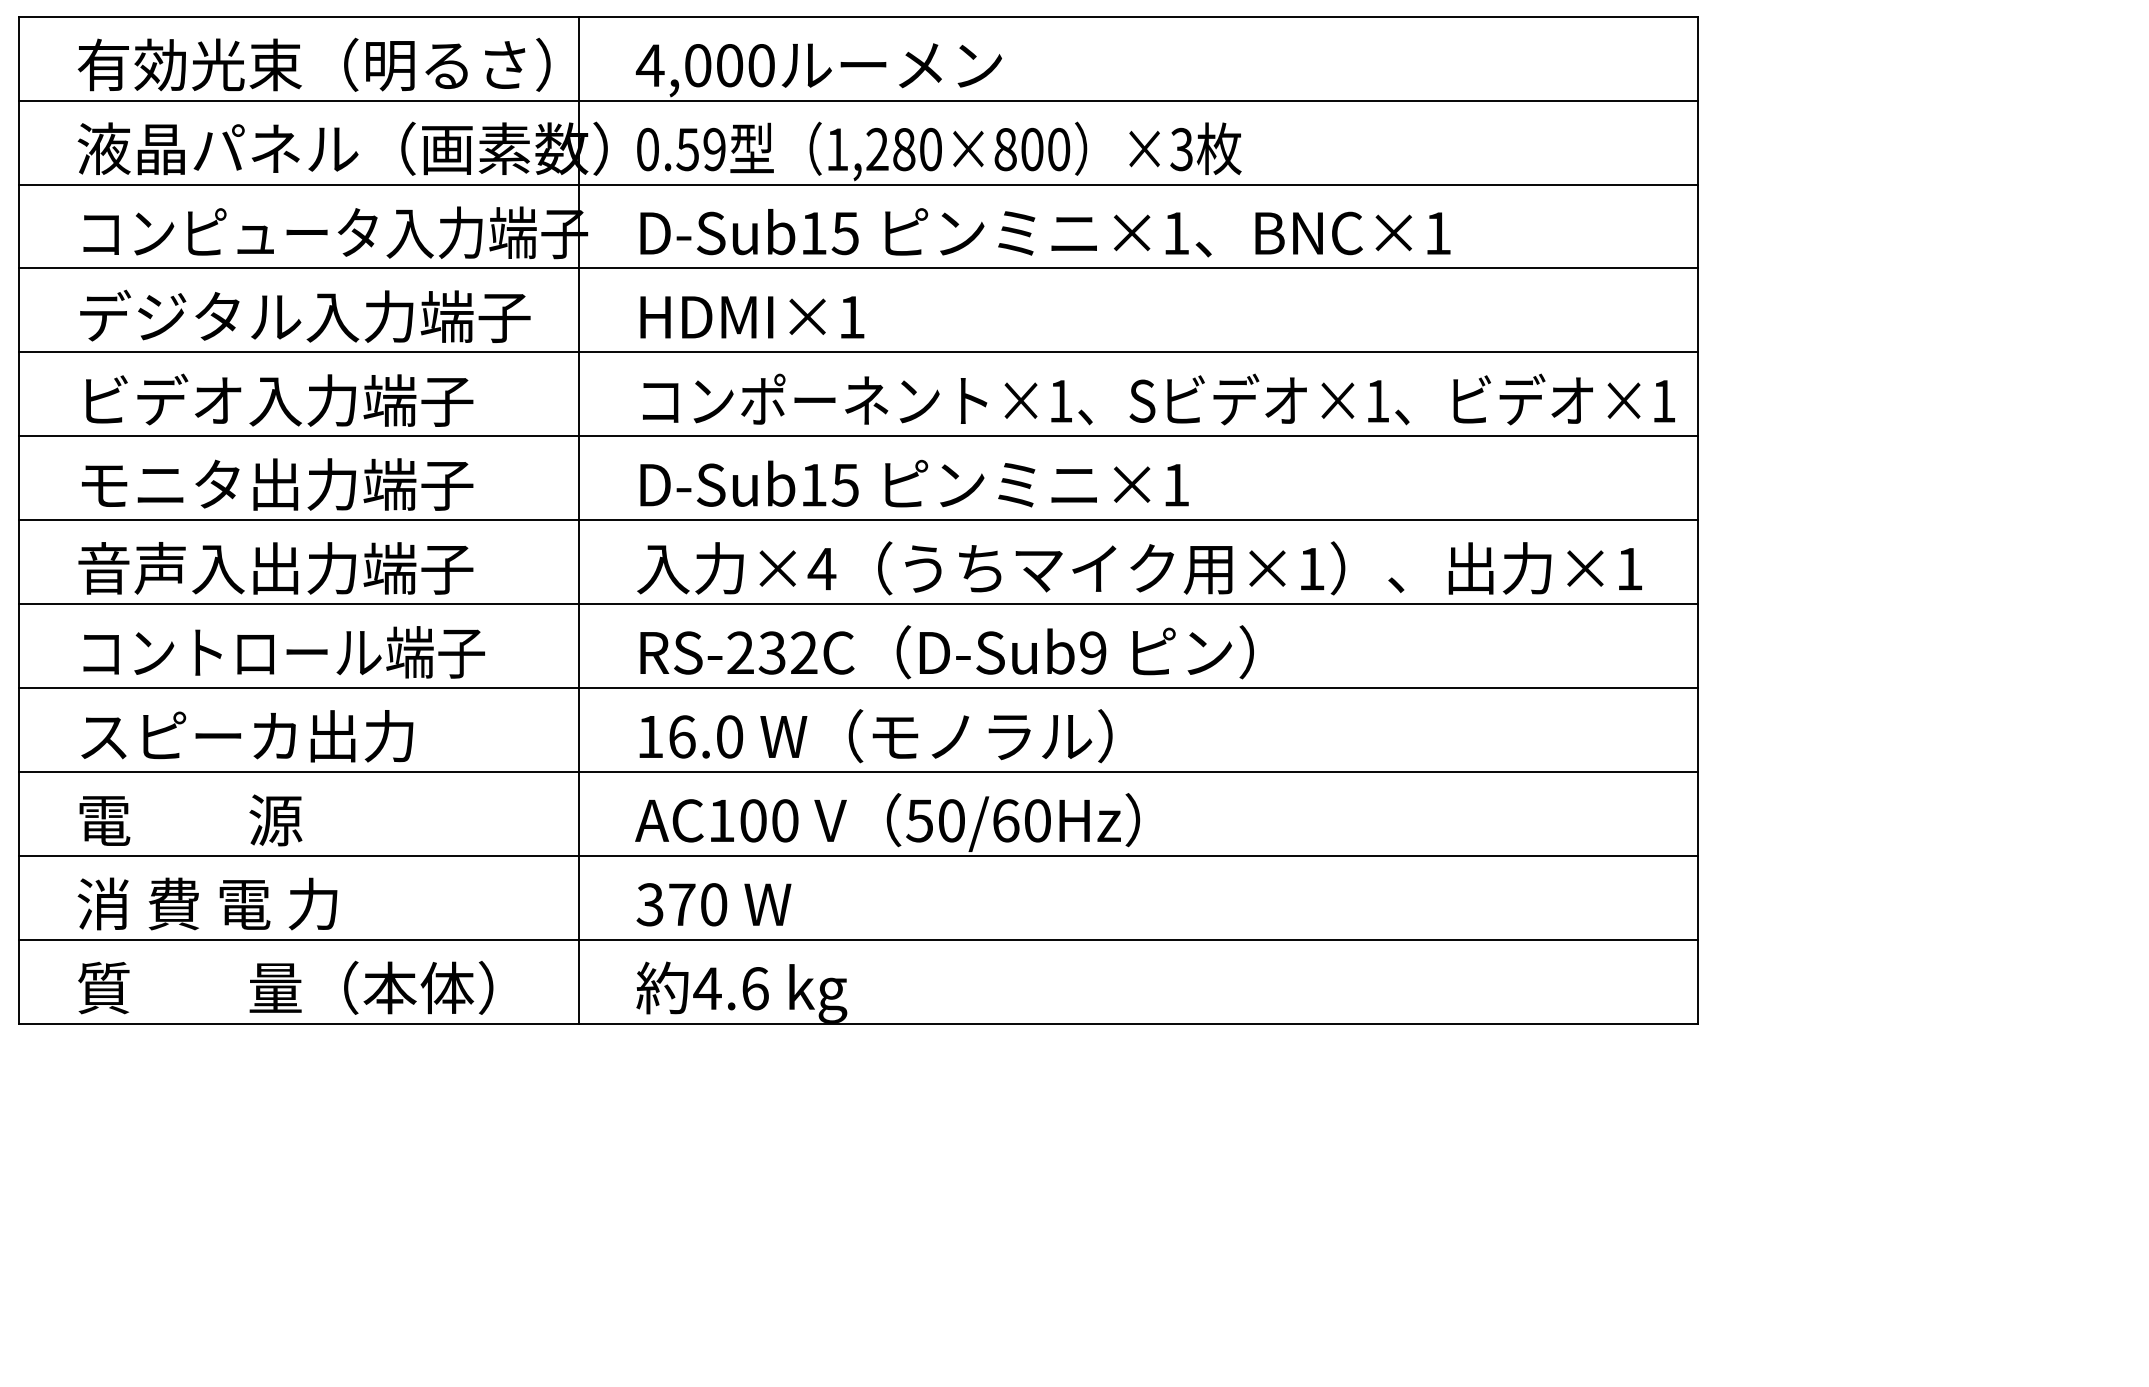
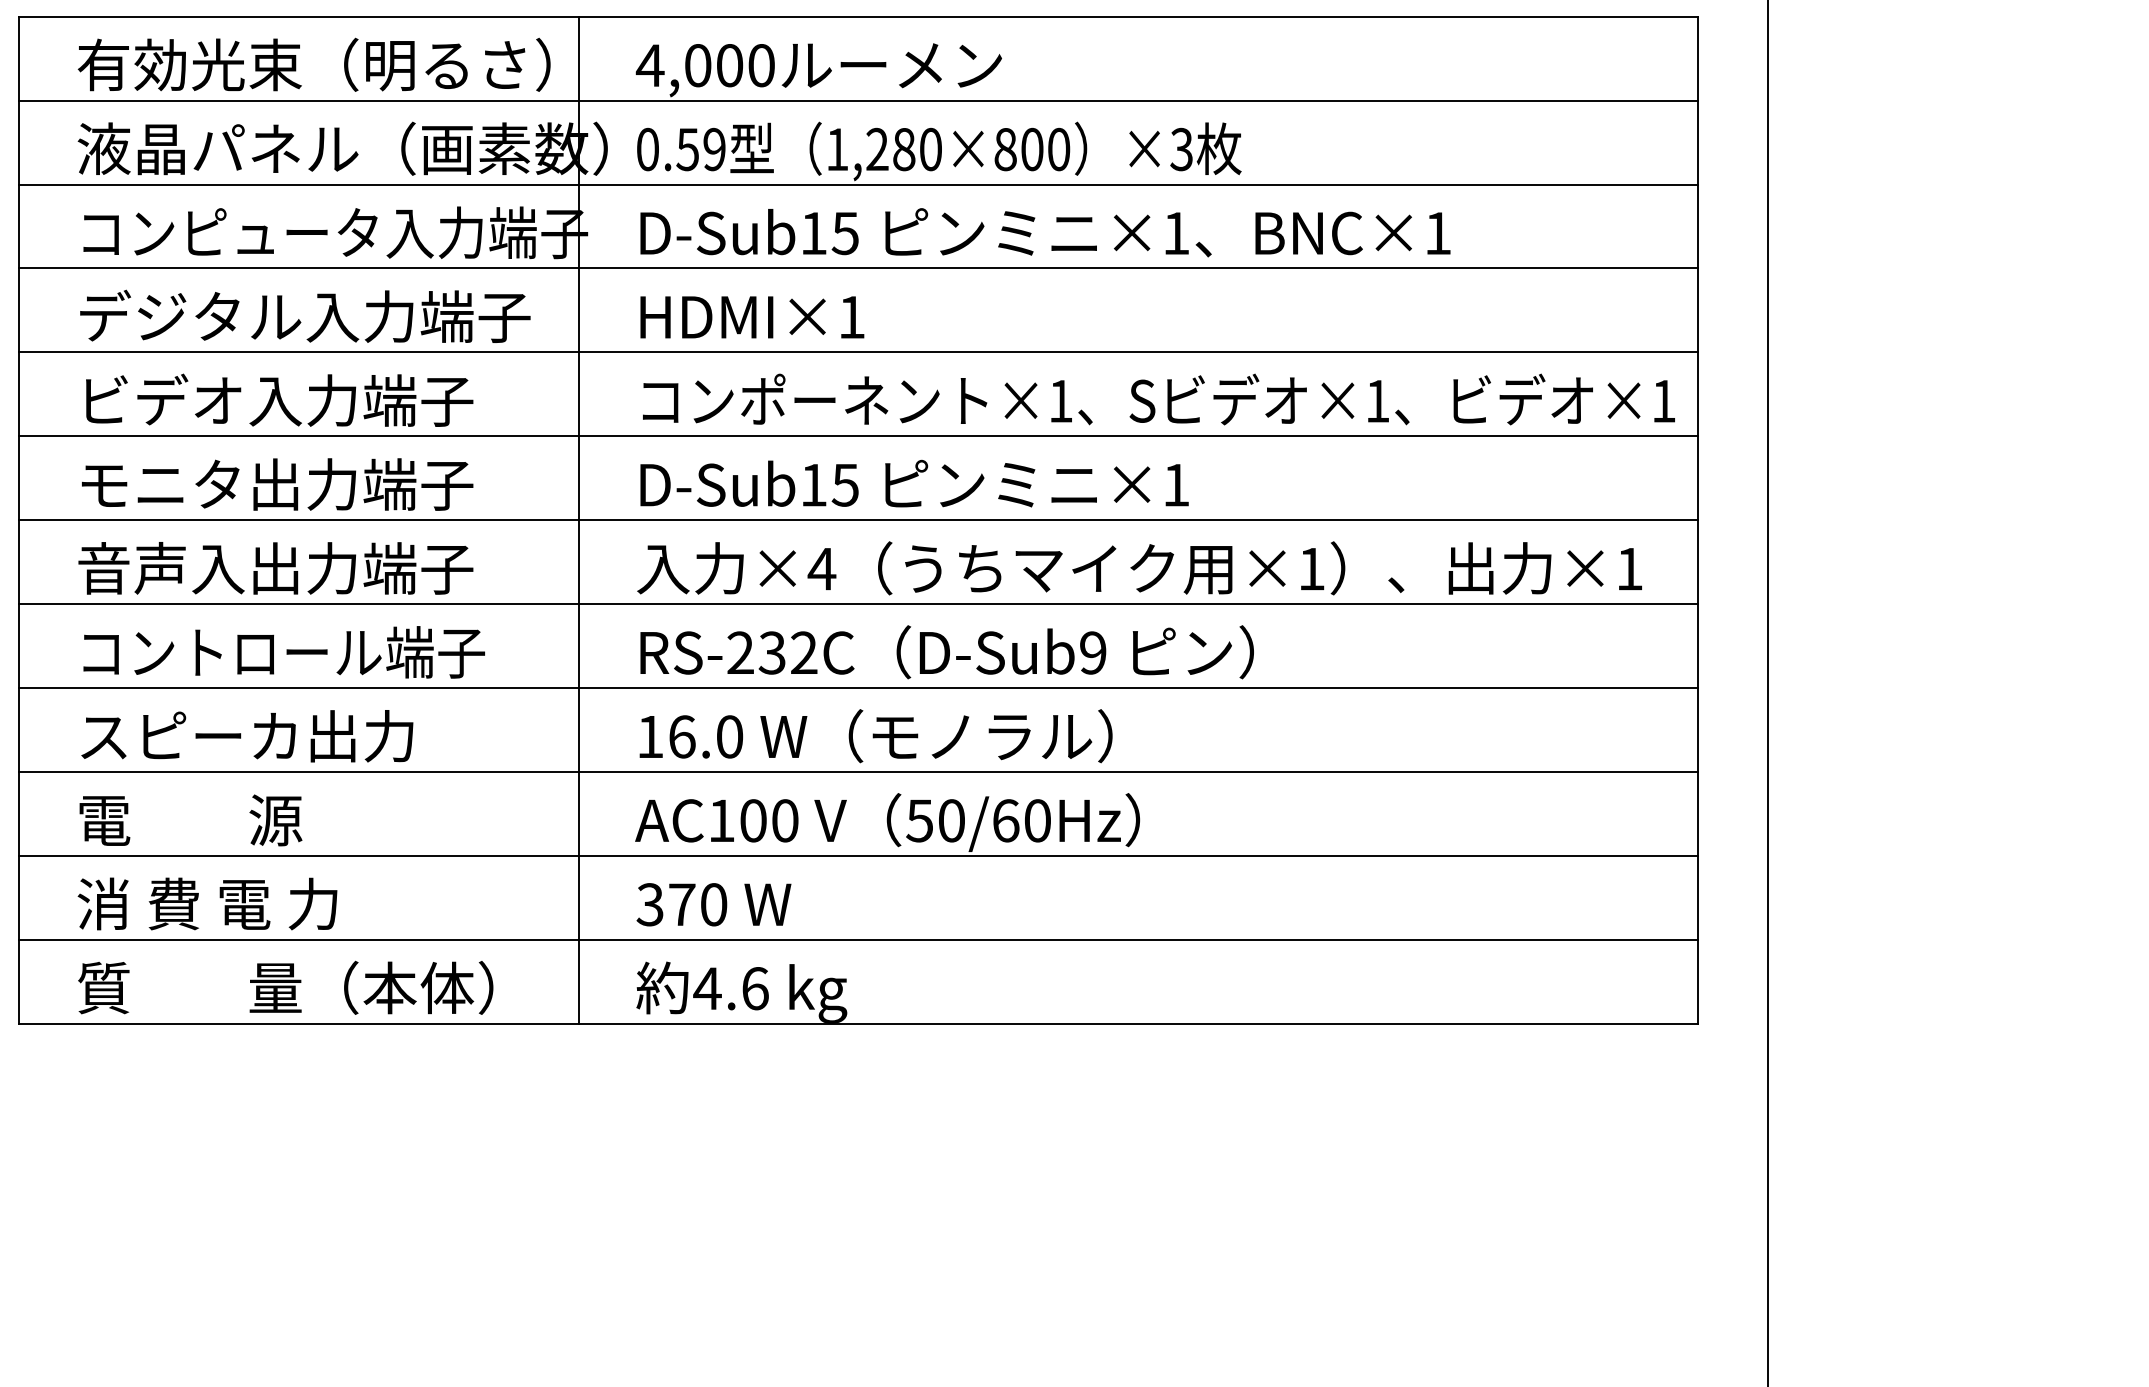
line at (1767, 692): none -> present
